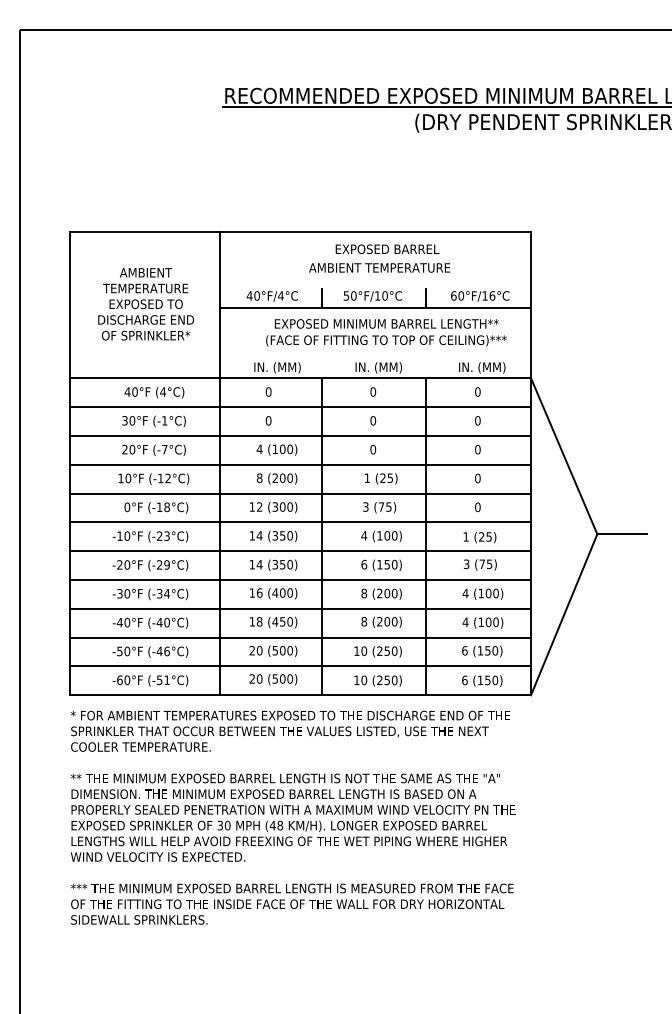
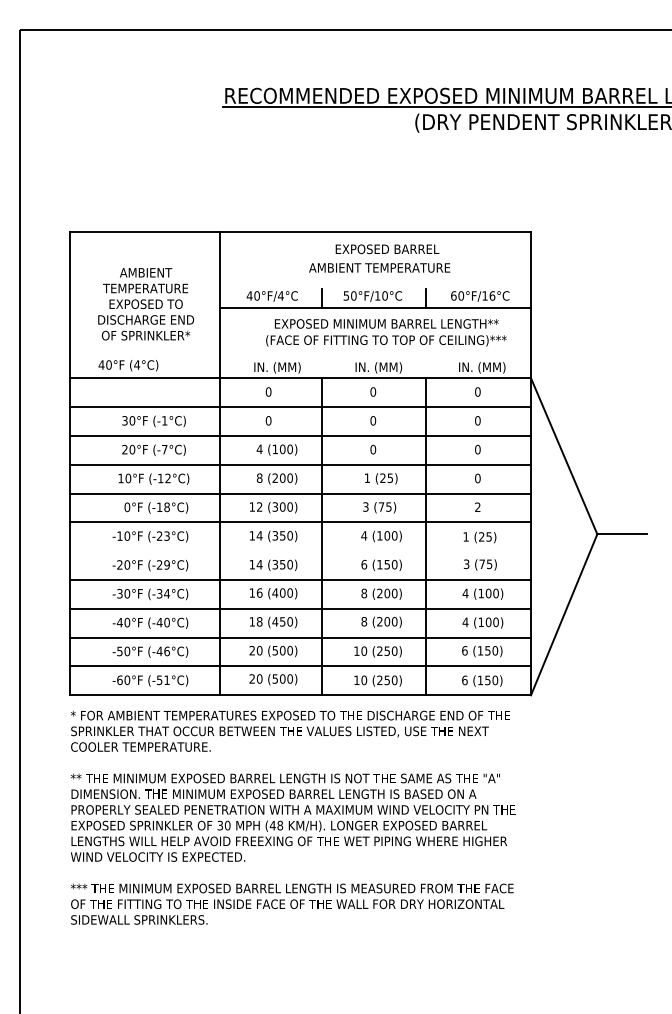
text at (154, 392) position: (154, 392) -> (128, 365)
text at (477, 507): 0 -> 2
line at (300, 551): present -> none
